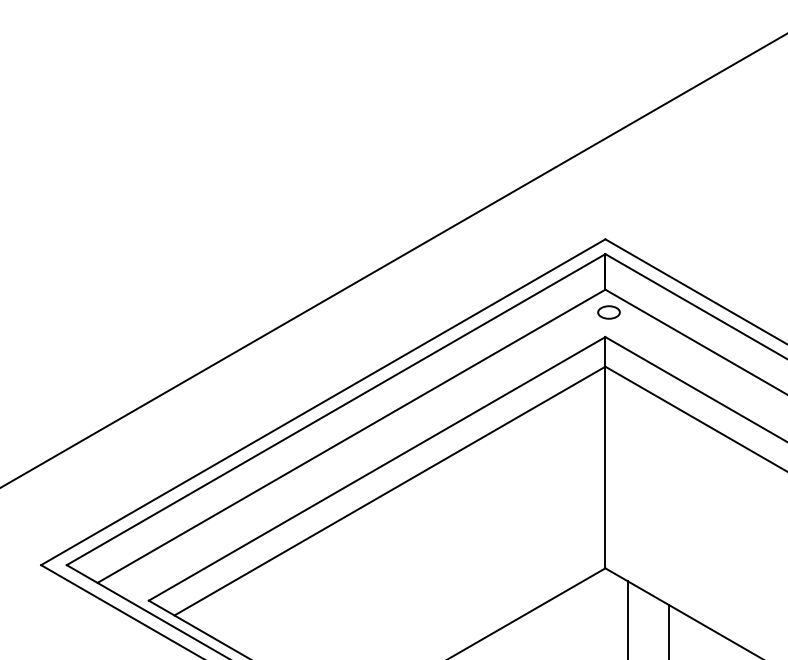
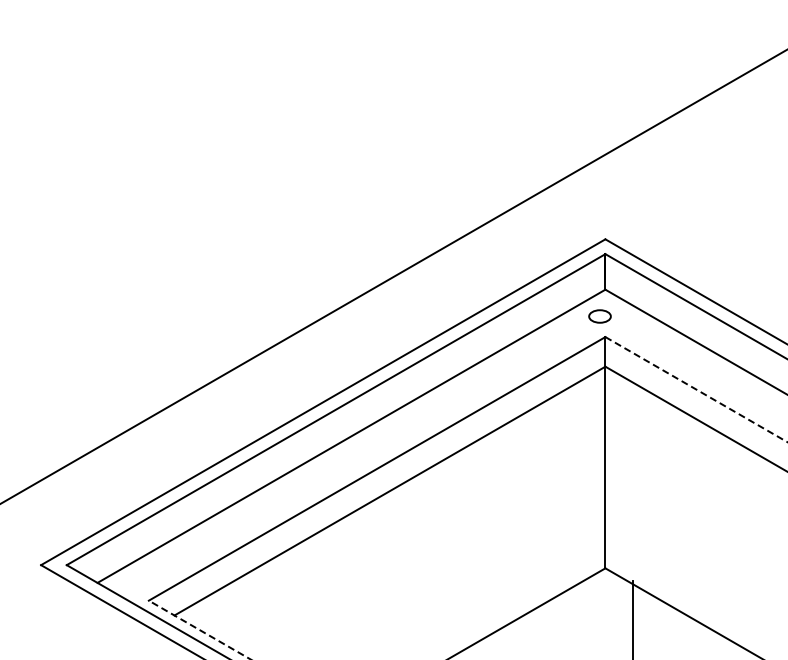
line at (393, 260) position: (393, 260) -> (393, 276)
part at (608, 312) position: (608, 312) -> (599, 316)
line at (697, 389): solid -> dashed
line at (627, 618) position: (627, 618) -> (632, 618)
line at (199, 630): solid -> dashed
line at (668, 630): present -> none
